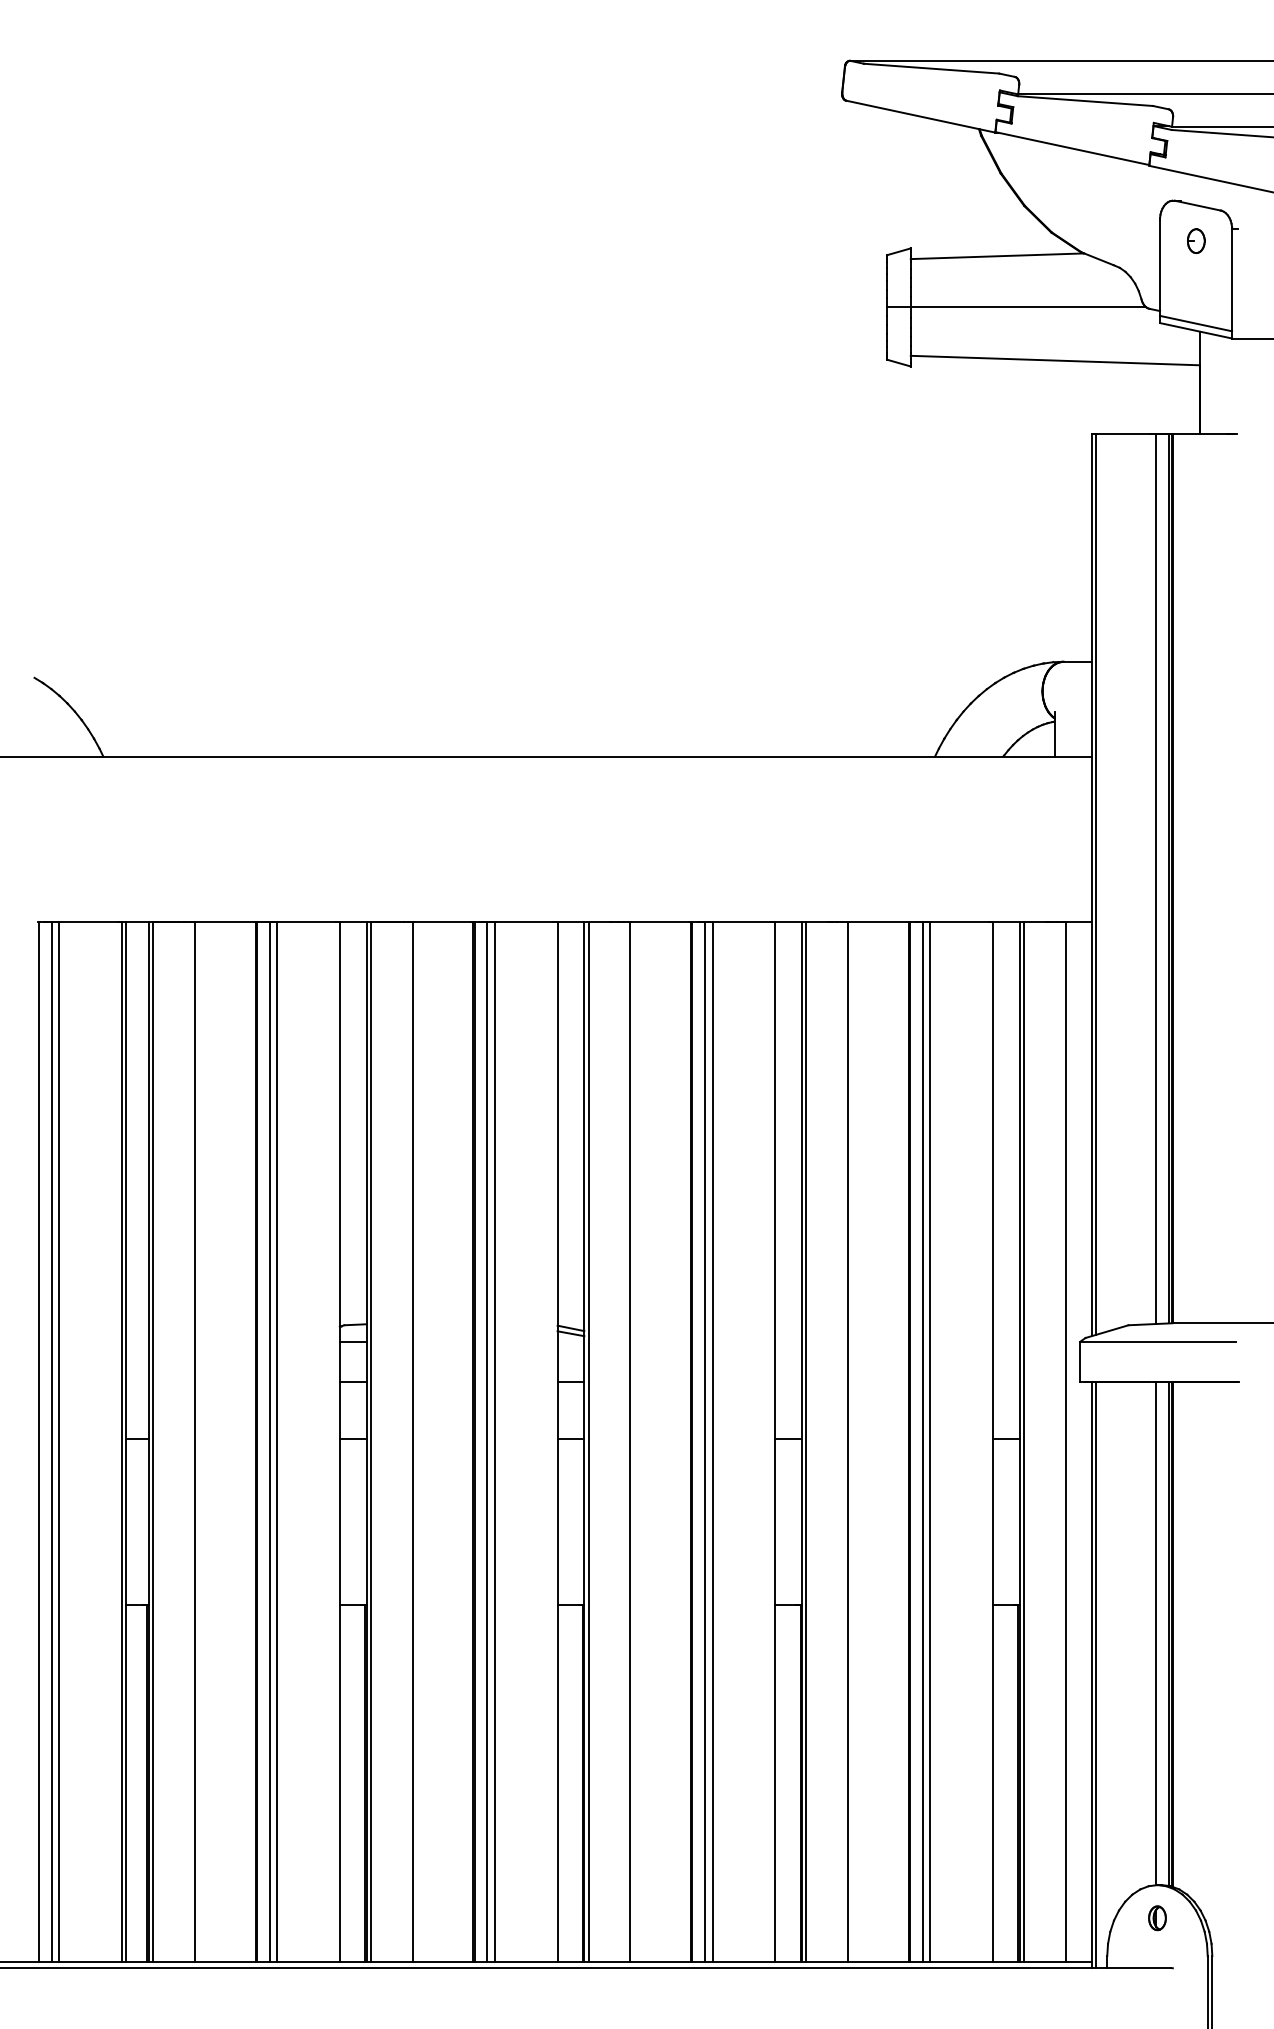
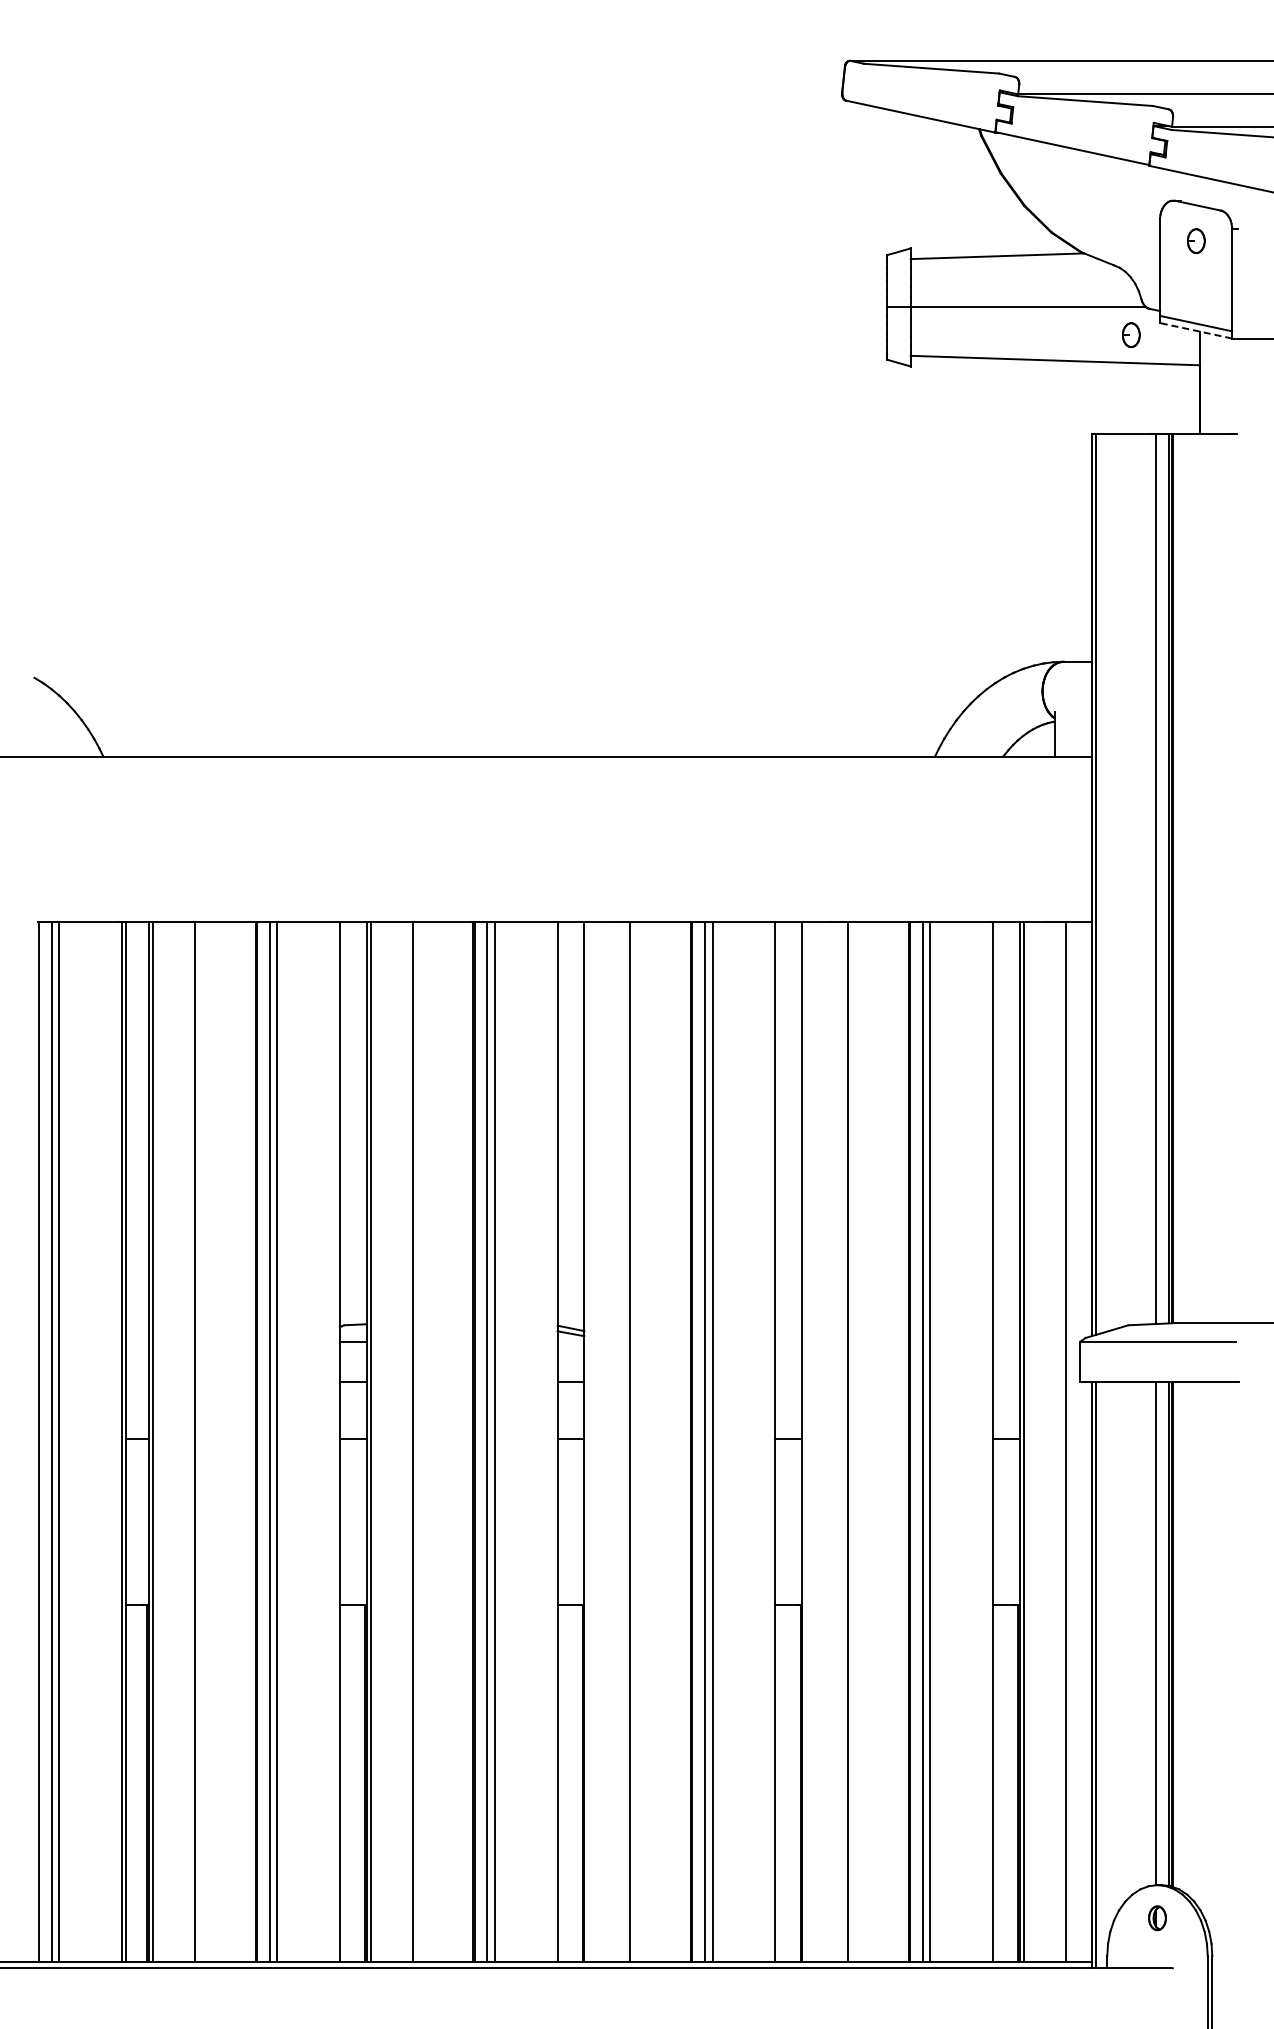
line at (1196, 330): solid -> dashed
part at (1131, 334): none -> present
line at (588, 1441): present -> none
line at (806, 1441): present -> none
